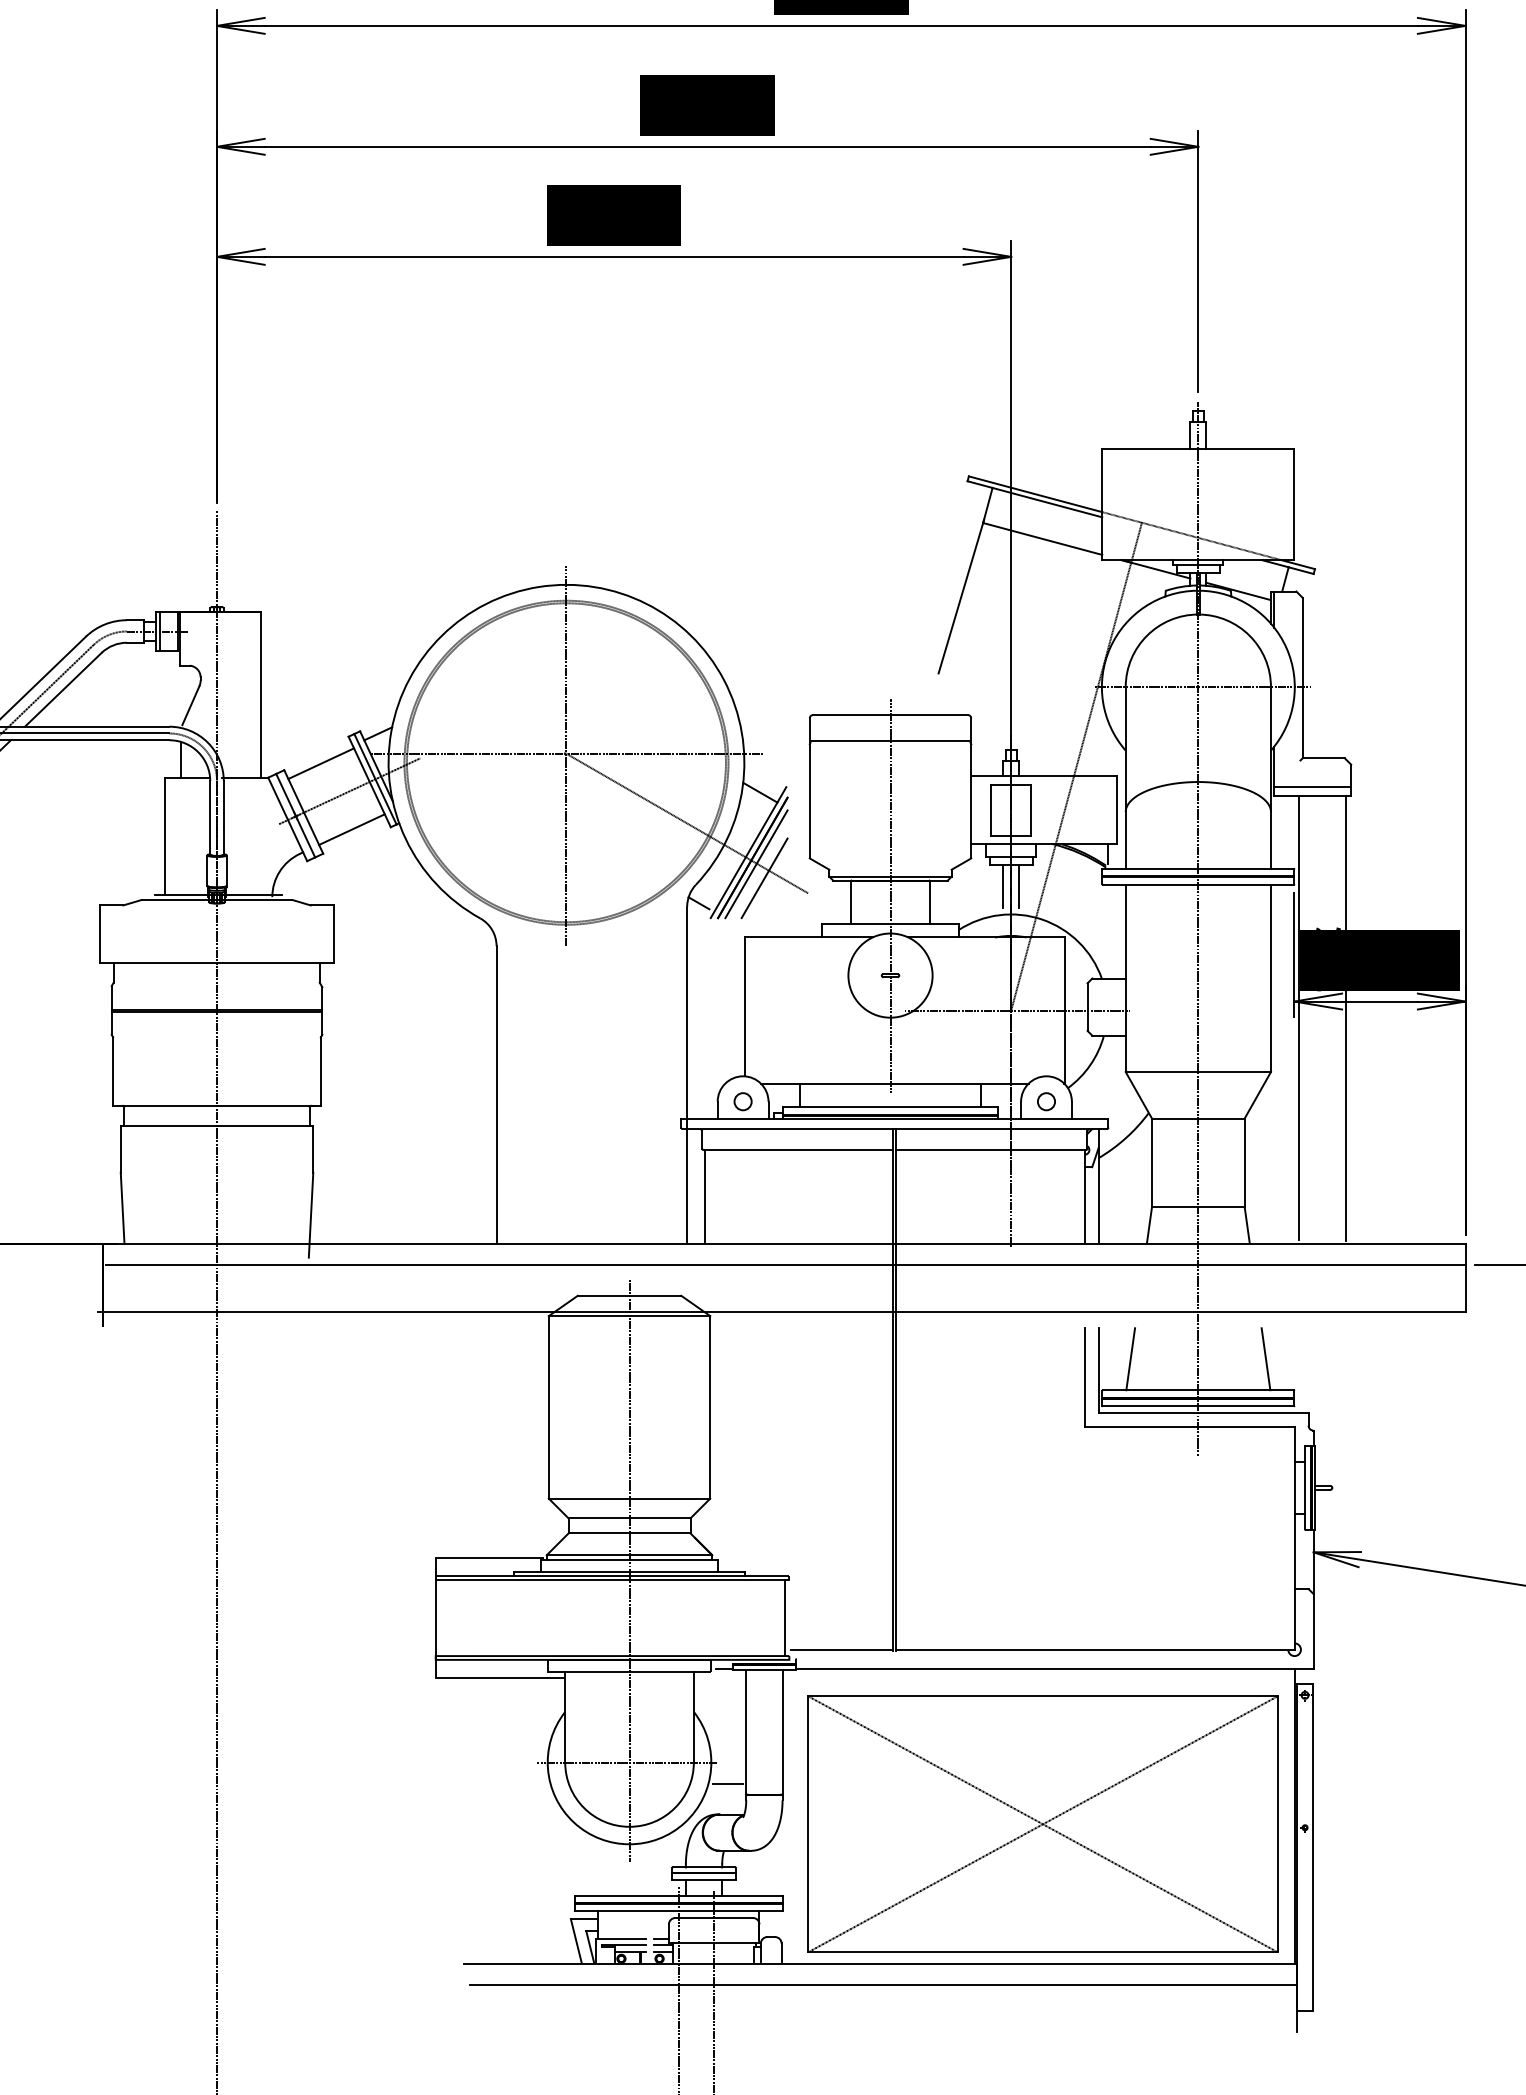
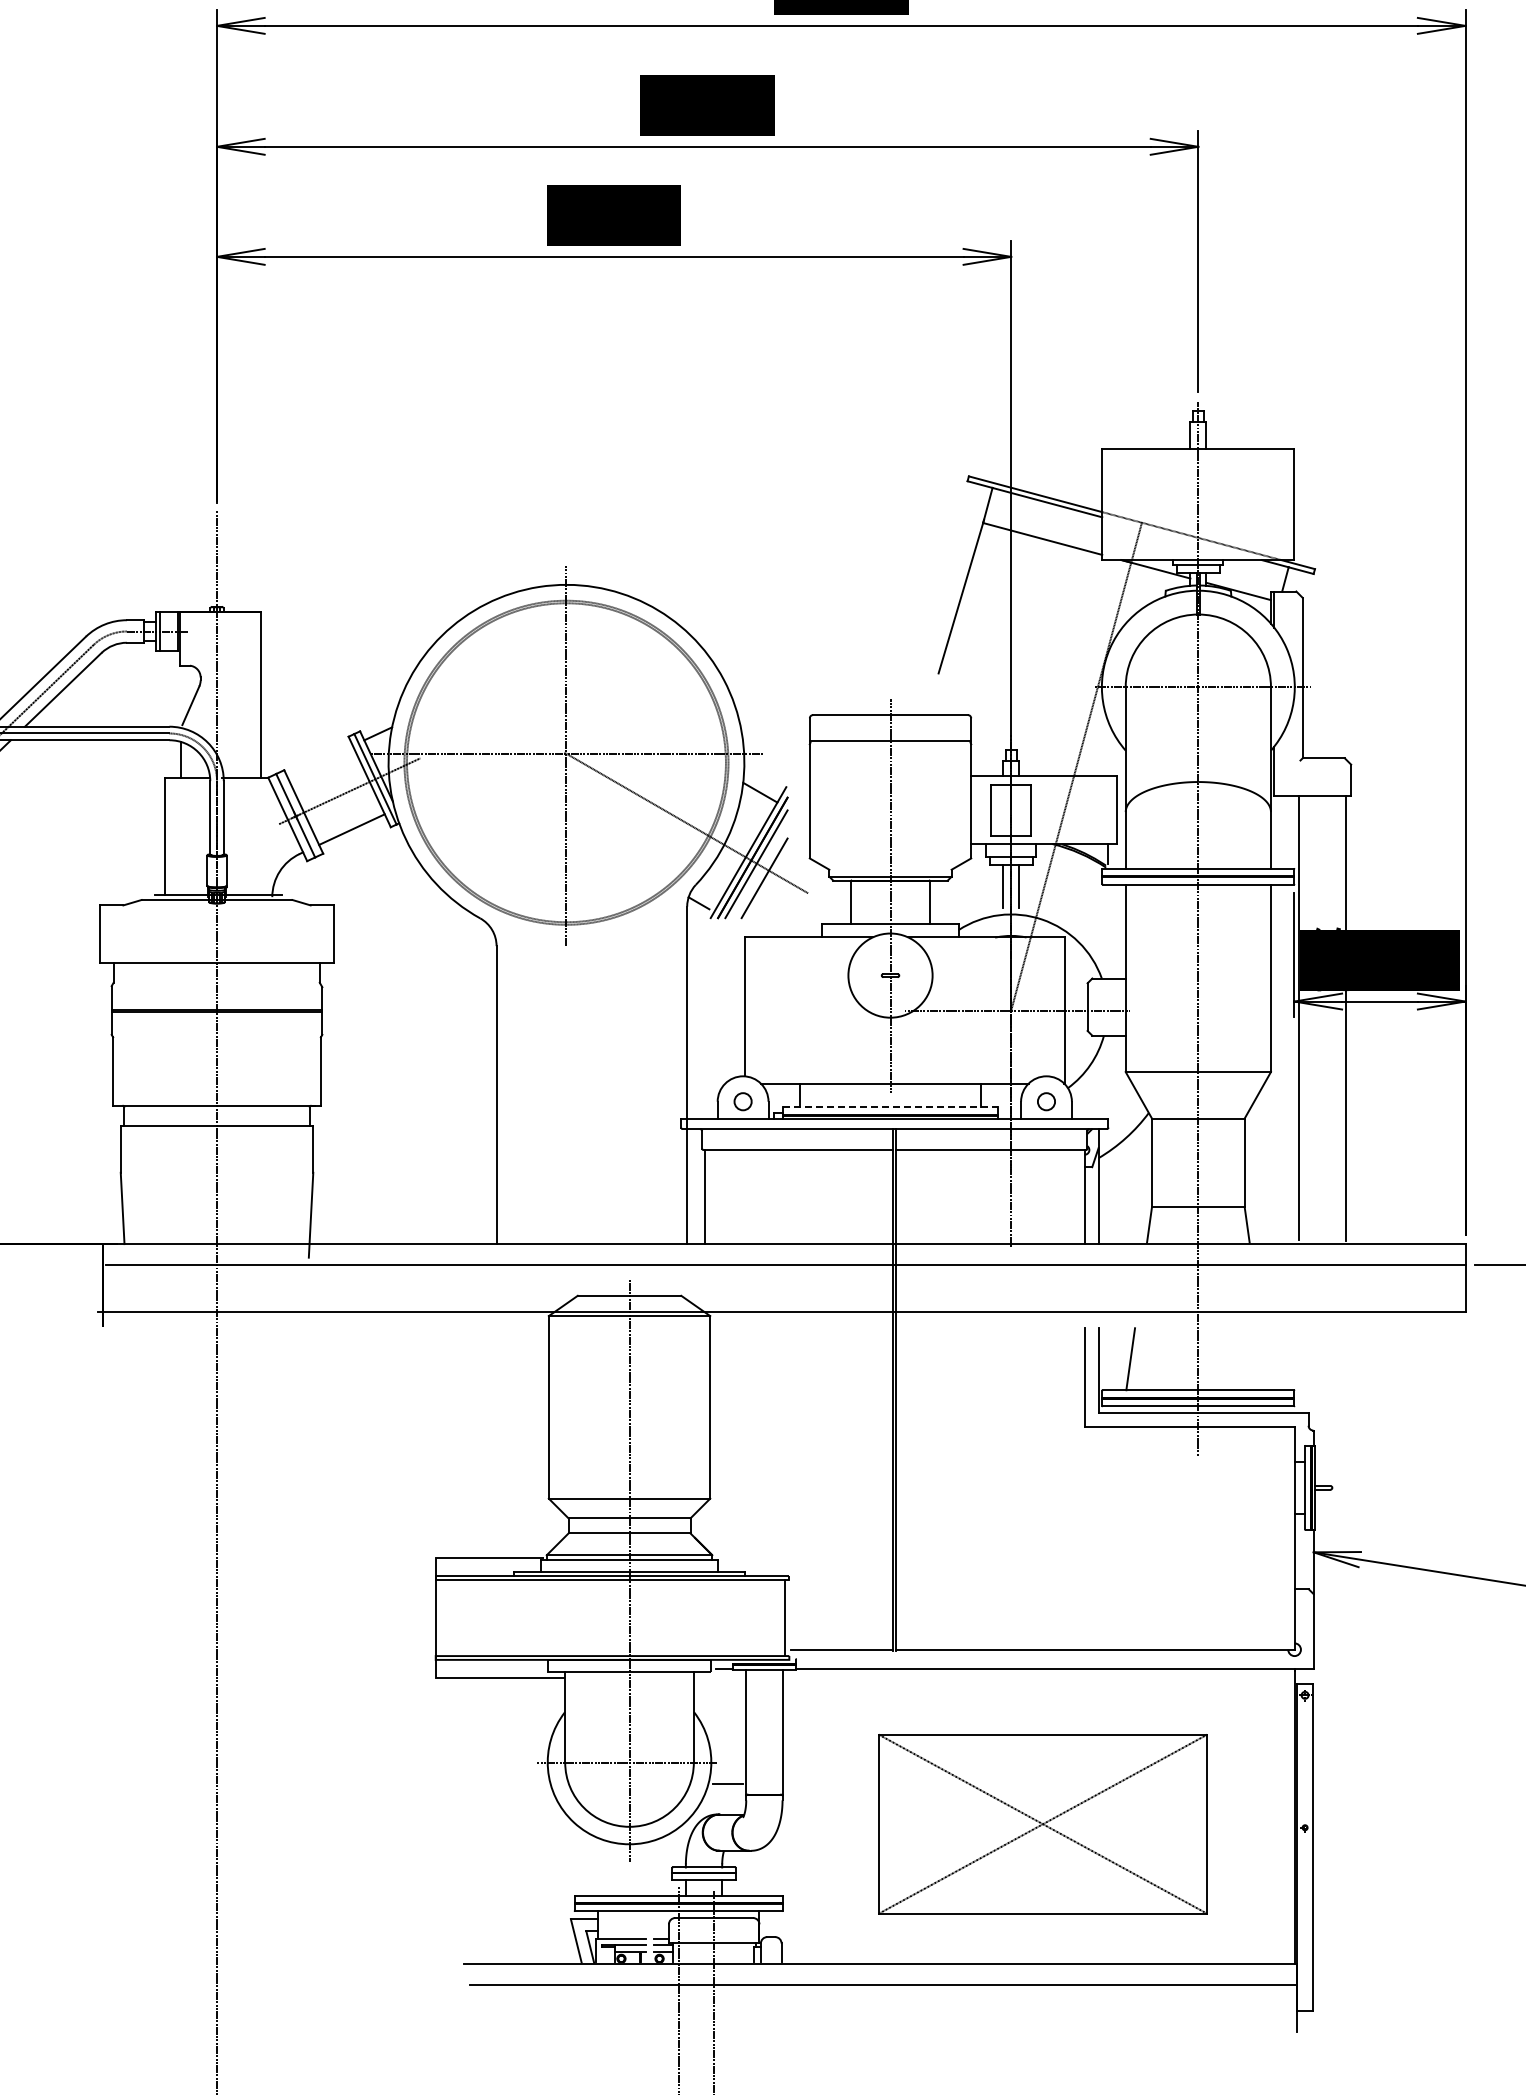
line at (321, 763): present -> none
line at (1312, 786): present -> none
line at (891, 1107): solid -> dashed
line at (1265, 1359): present -> none
part at (1042, 1823) size: 472x258 px -> 330x181 px
